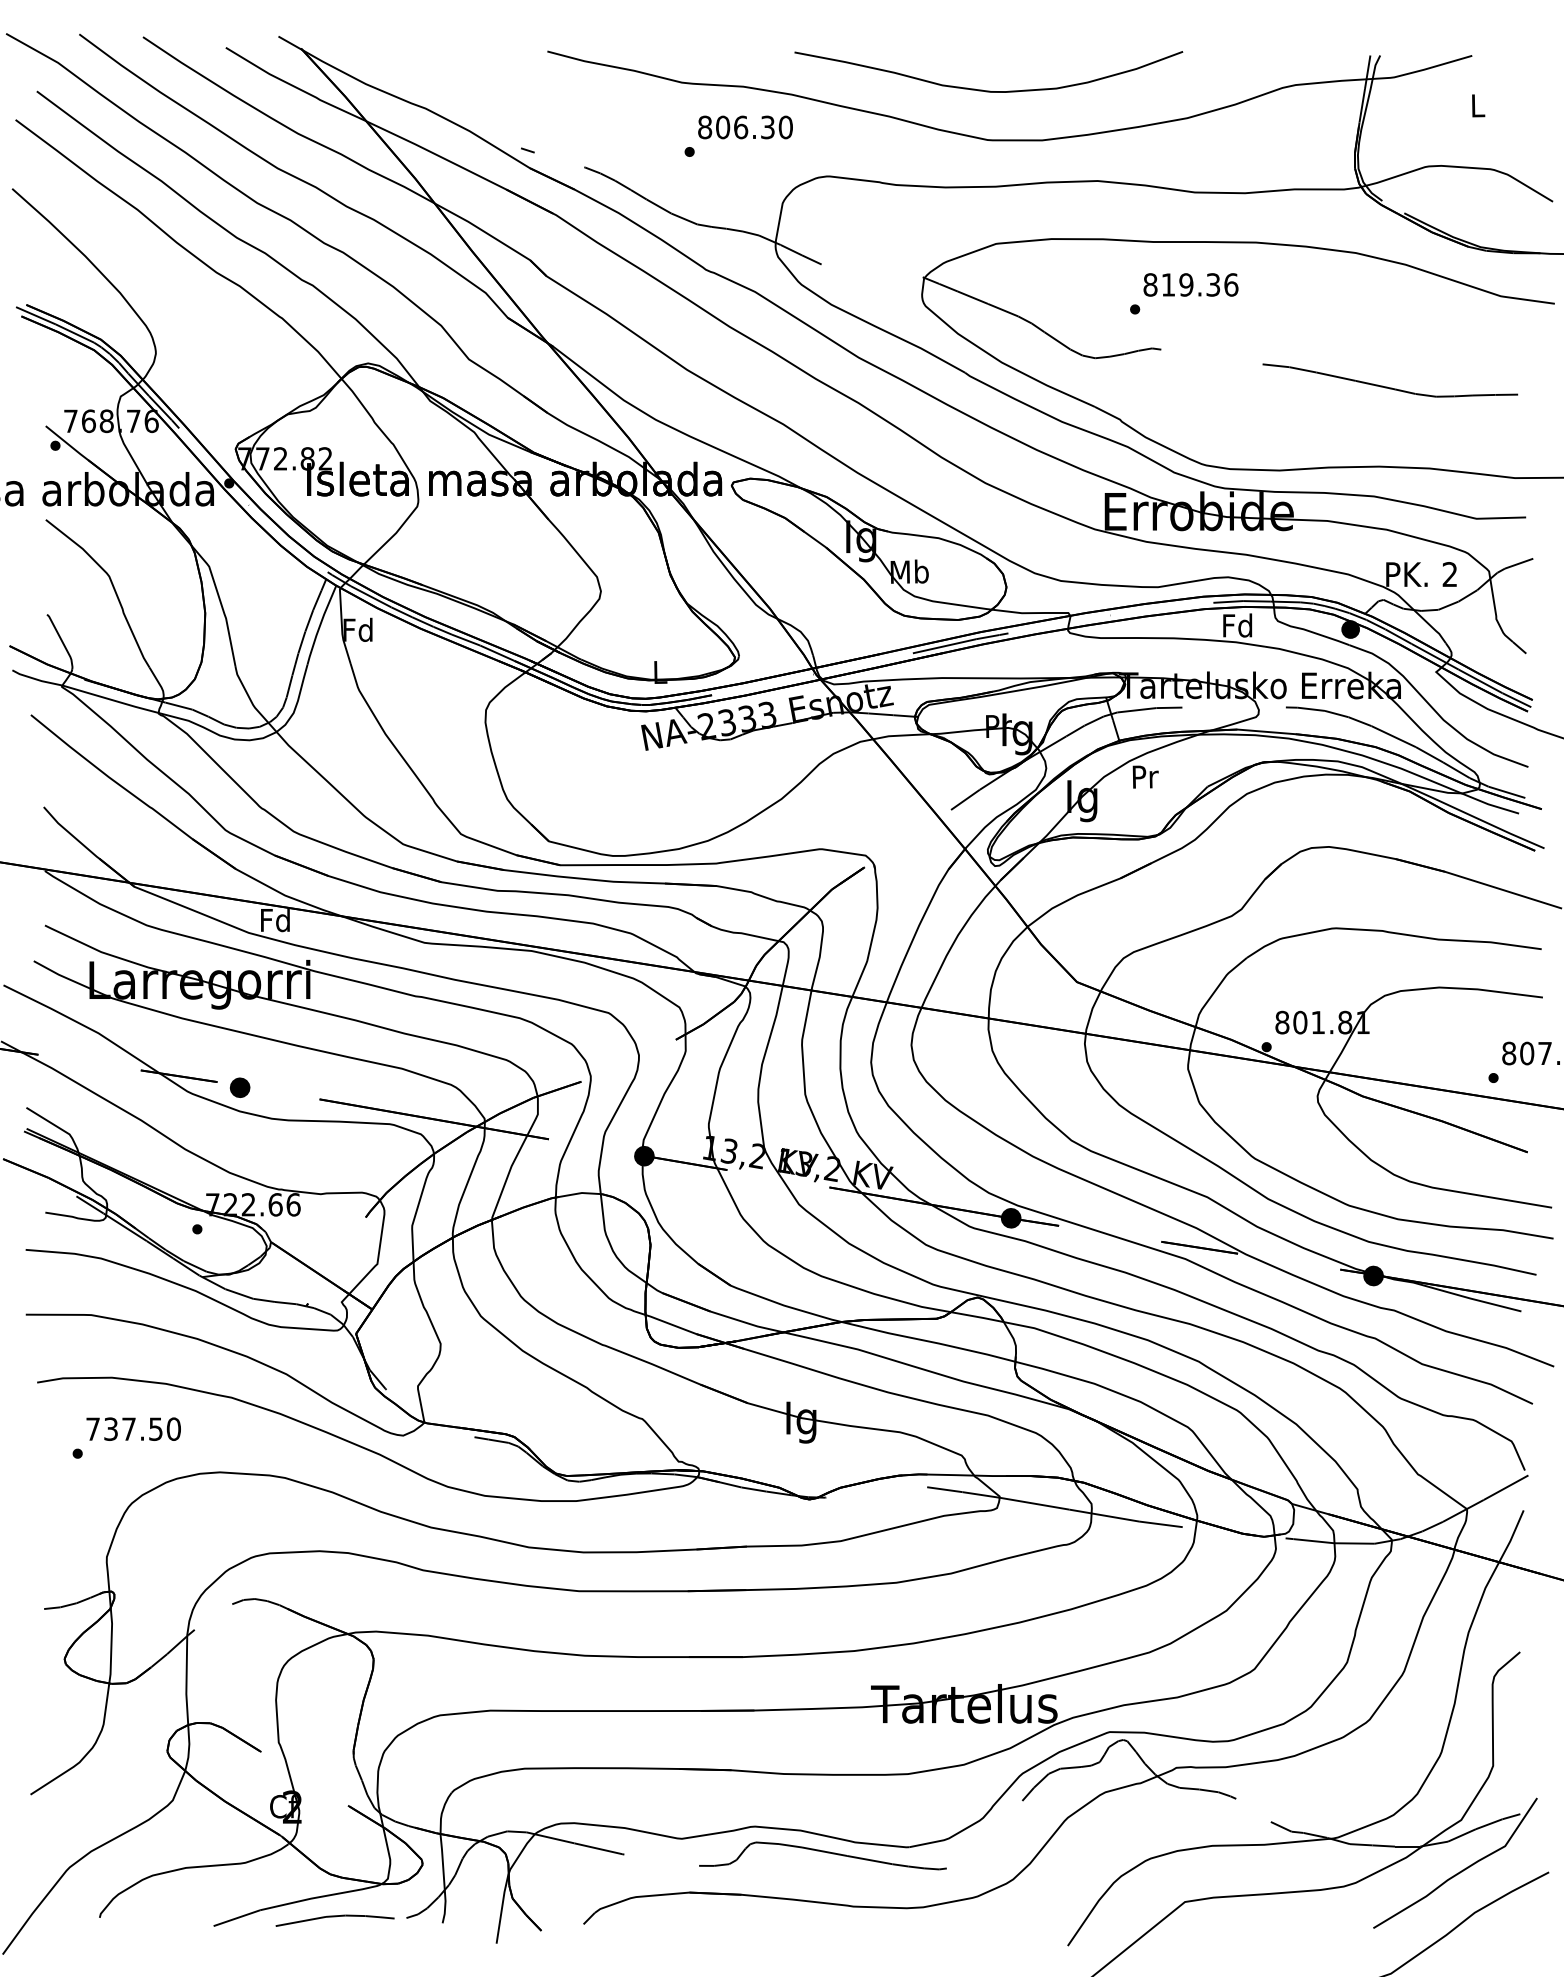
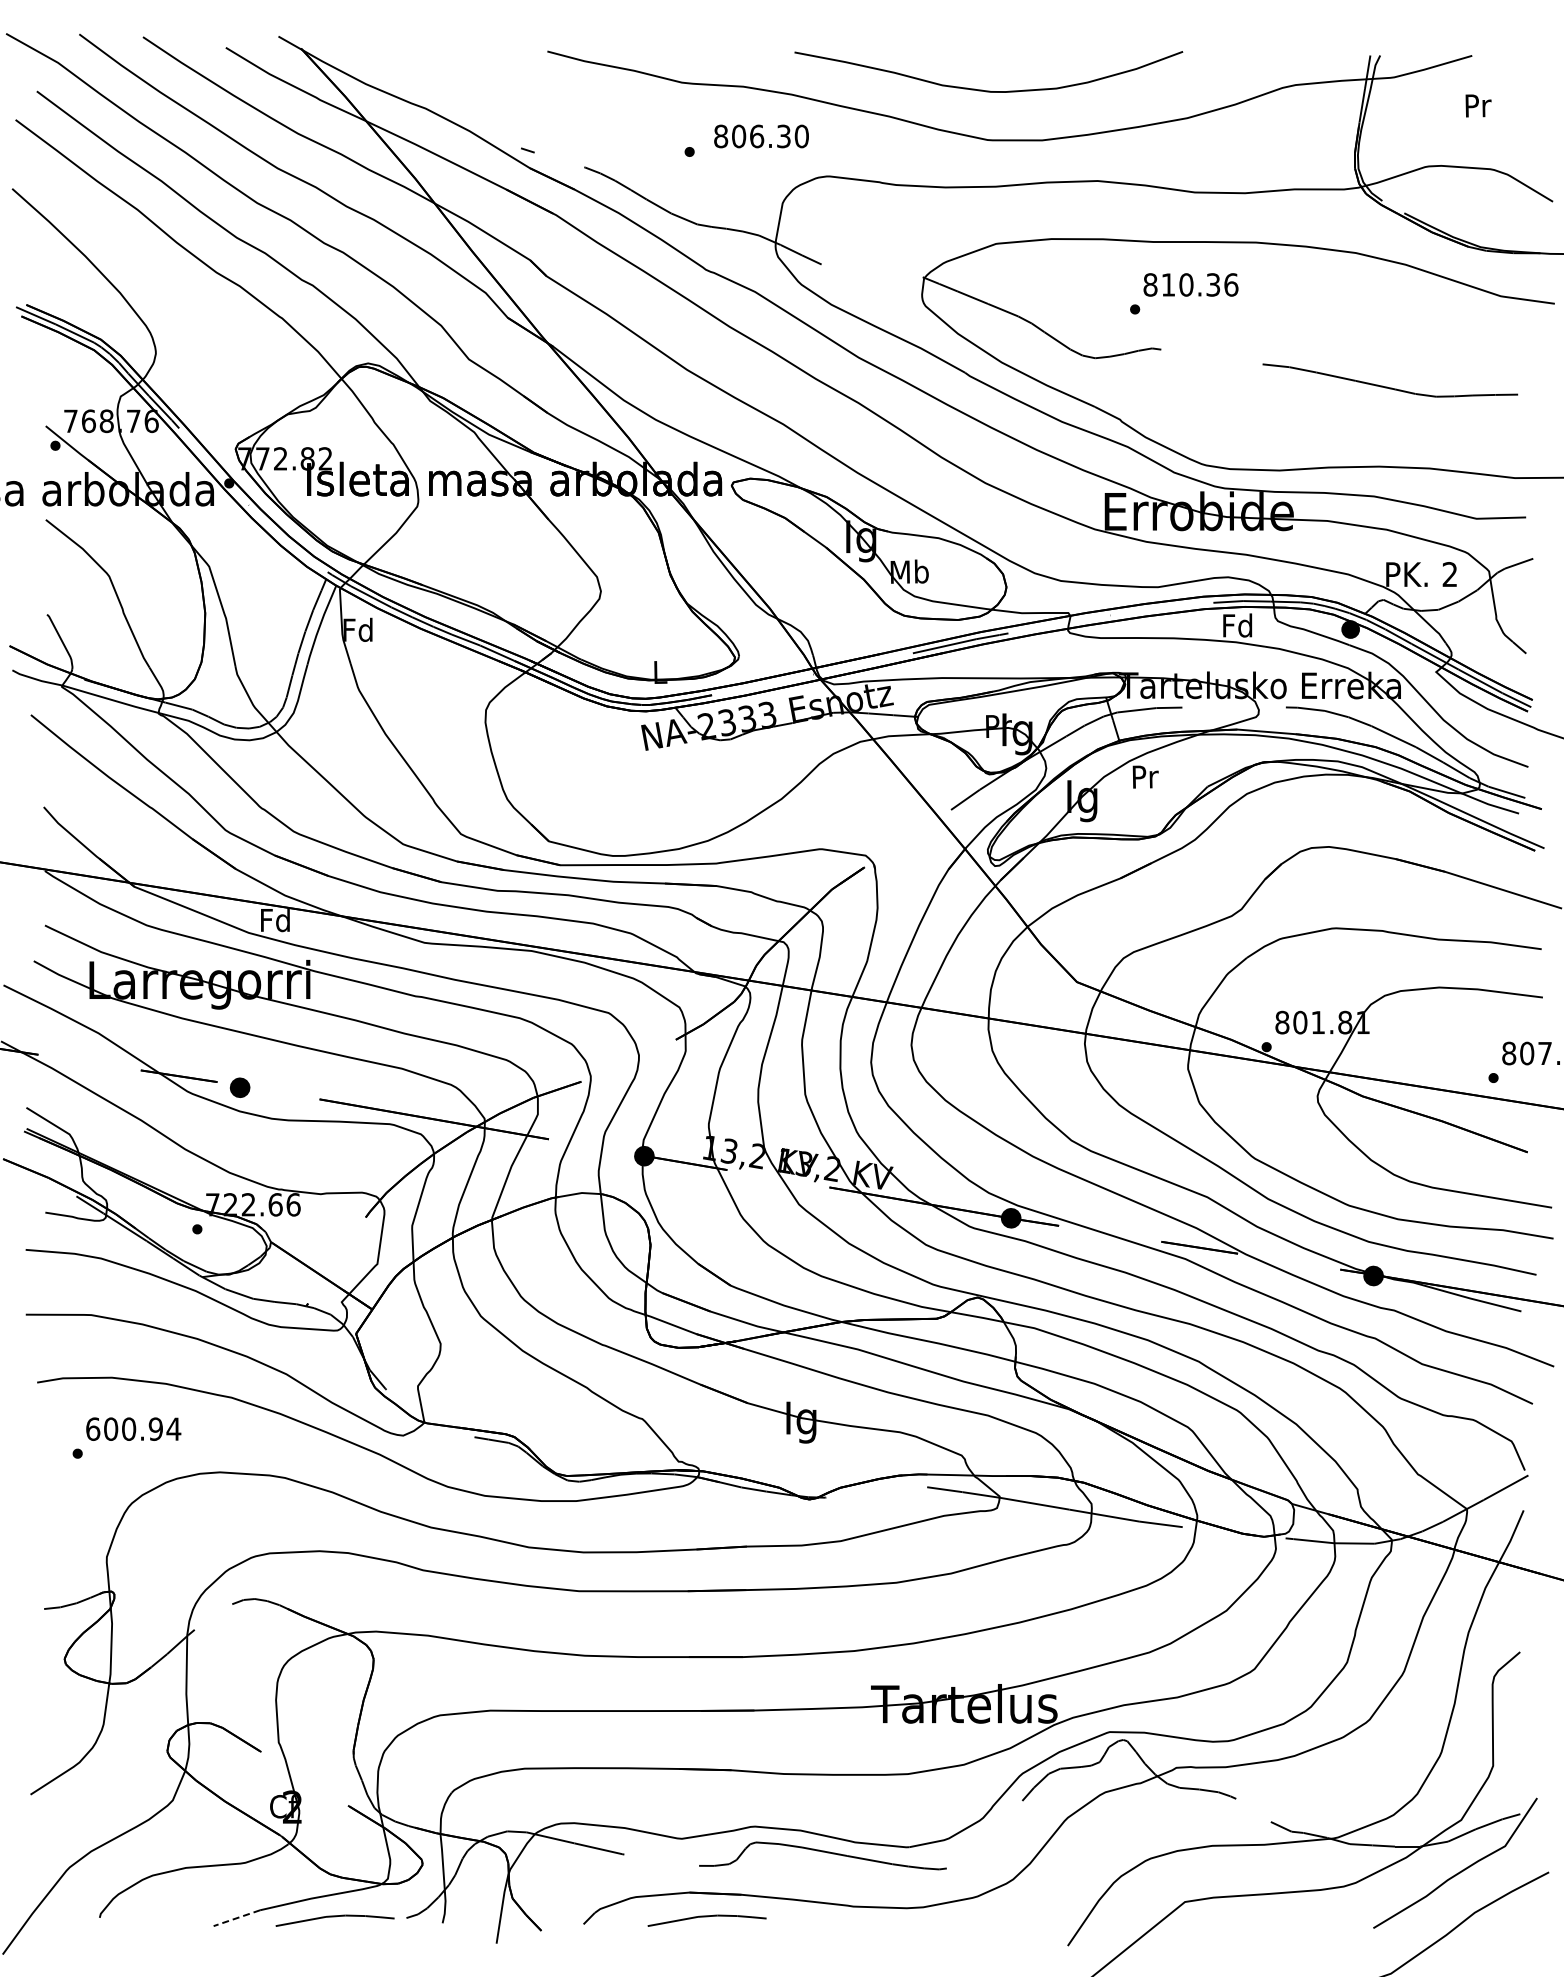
text at (1478, 105): L -> Pr
text at (745, 127) position: (745, 127) -> (761, 136)
text at (1186, 284): 819.36 -> 810.36
text at (133, 1428): 737.50 -> 600.94
curve at (706, 1917): none -> present
line at (236, 1918): solid -> dashed
